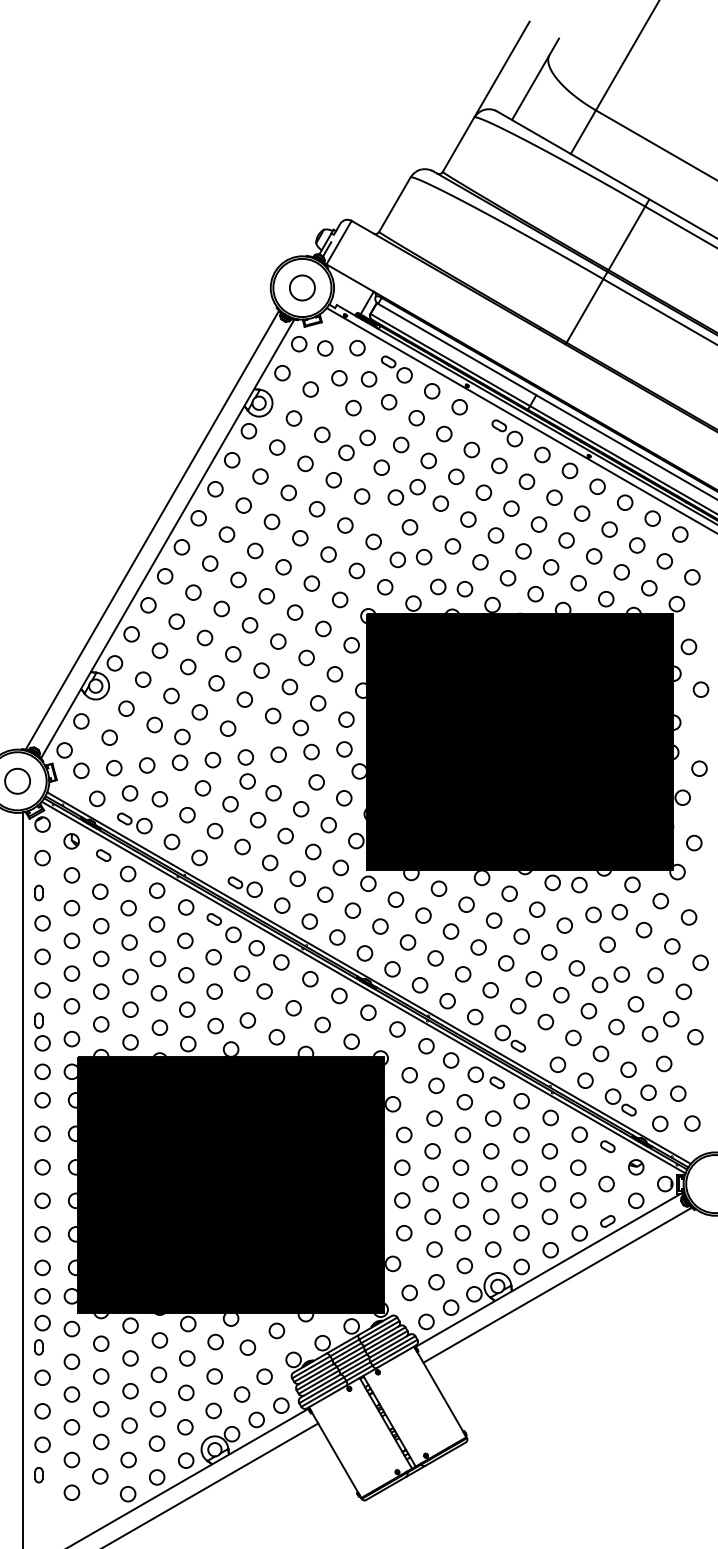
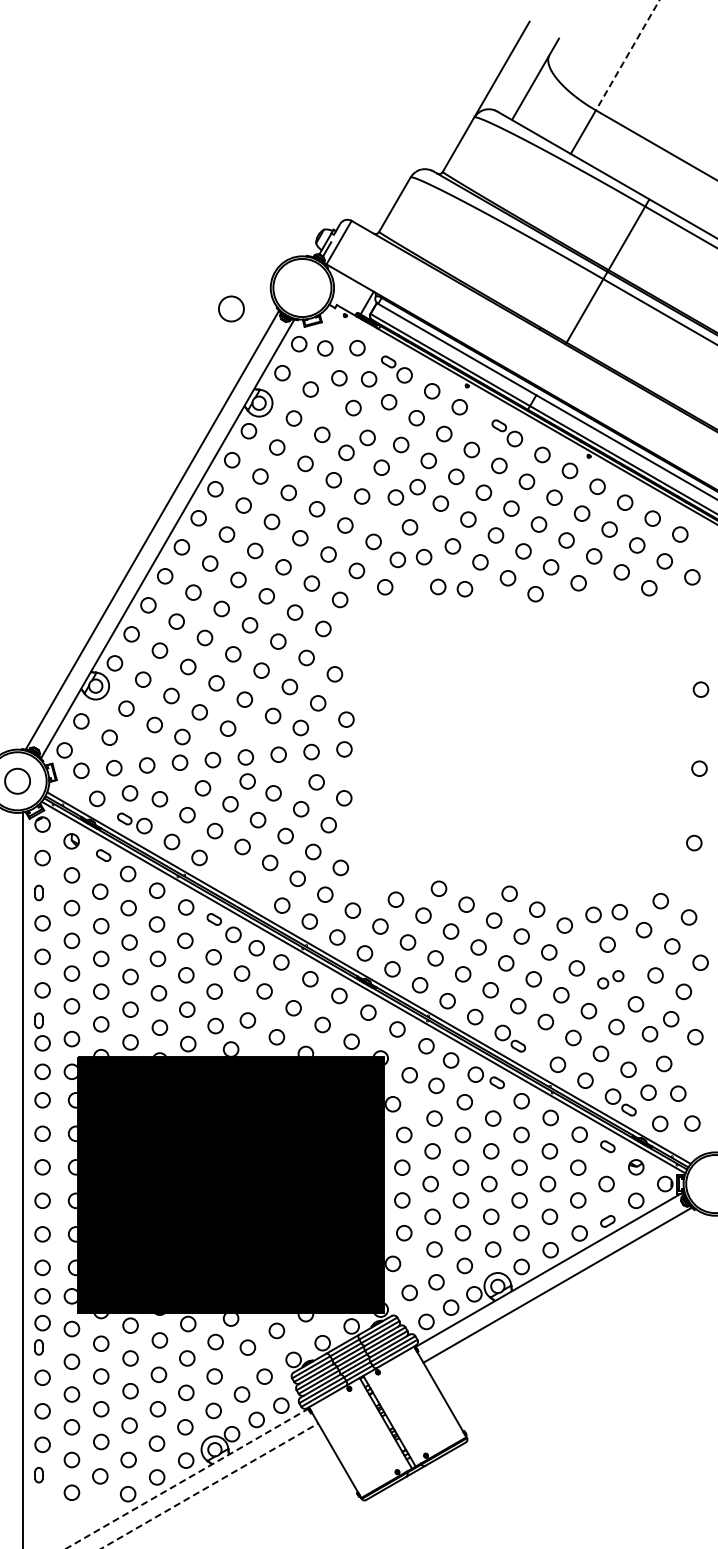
line at (627, 55): solid -> dashed
circle at (302, 287) position: (302, 287) -> (231, 308)
line at (520, 420): present -> none
part at (520, 742): present -> none
part at (244, 886): present -> none
part at (610, 979) size: 39x28 px -> 28x20 px
line at (187, 1478): solid -> dashed
line at (210, 1485): solid -> dashed
